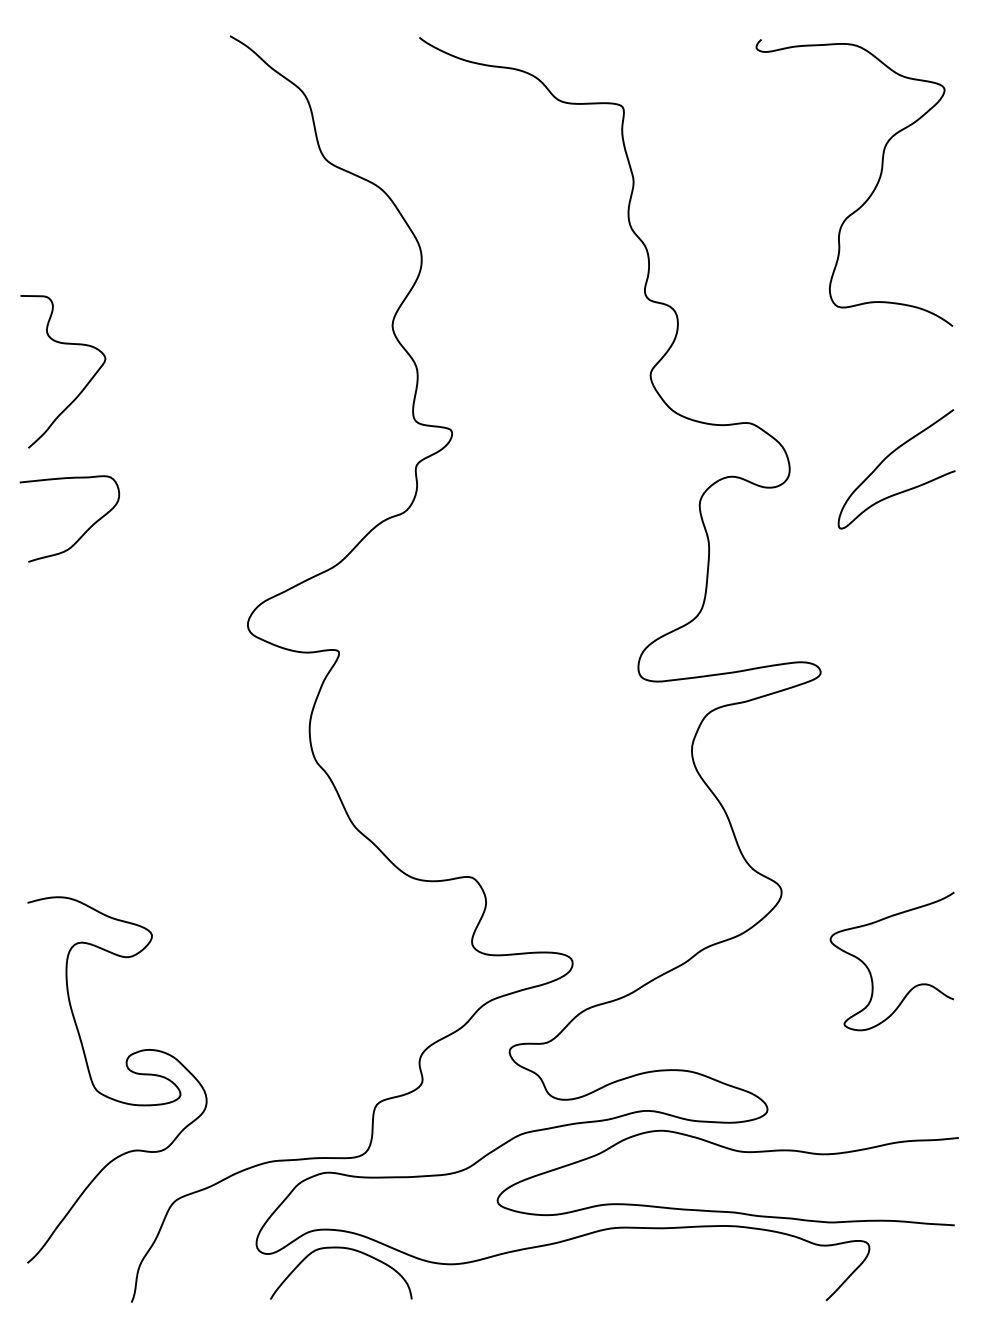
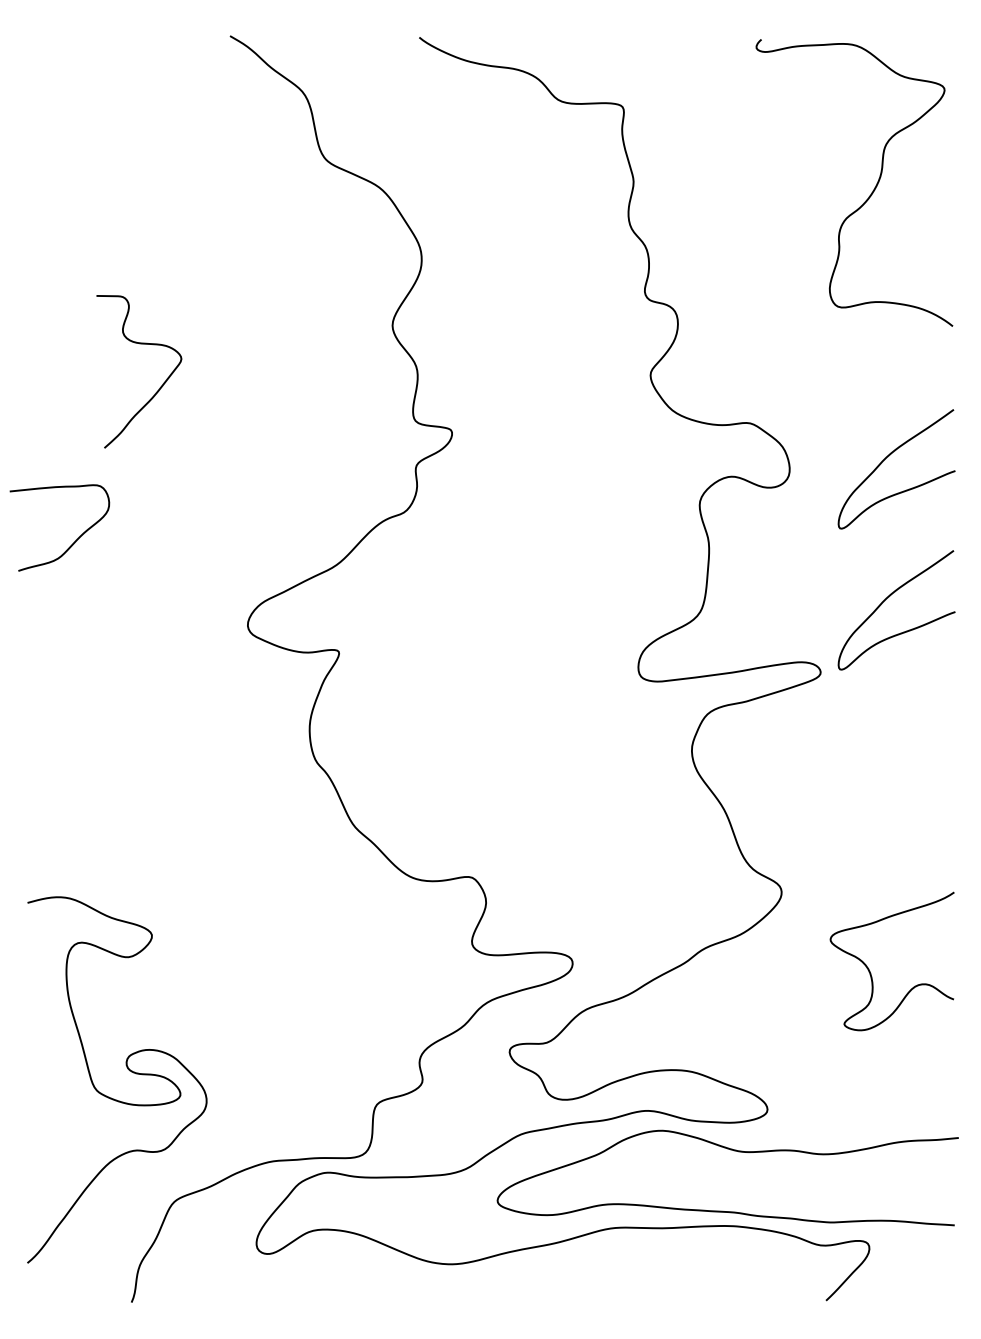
curve at (83, 387) position: (83, 387) -> (159, 387)
curve at (84, 532) position: (84, 532) -> (74, 541)
curve at (889, 597): none -> present
curve at (346, 1249): present -> none
